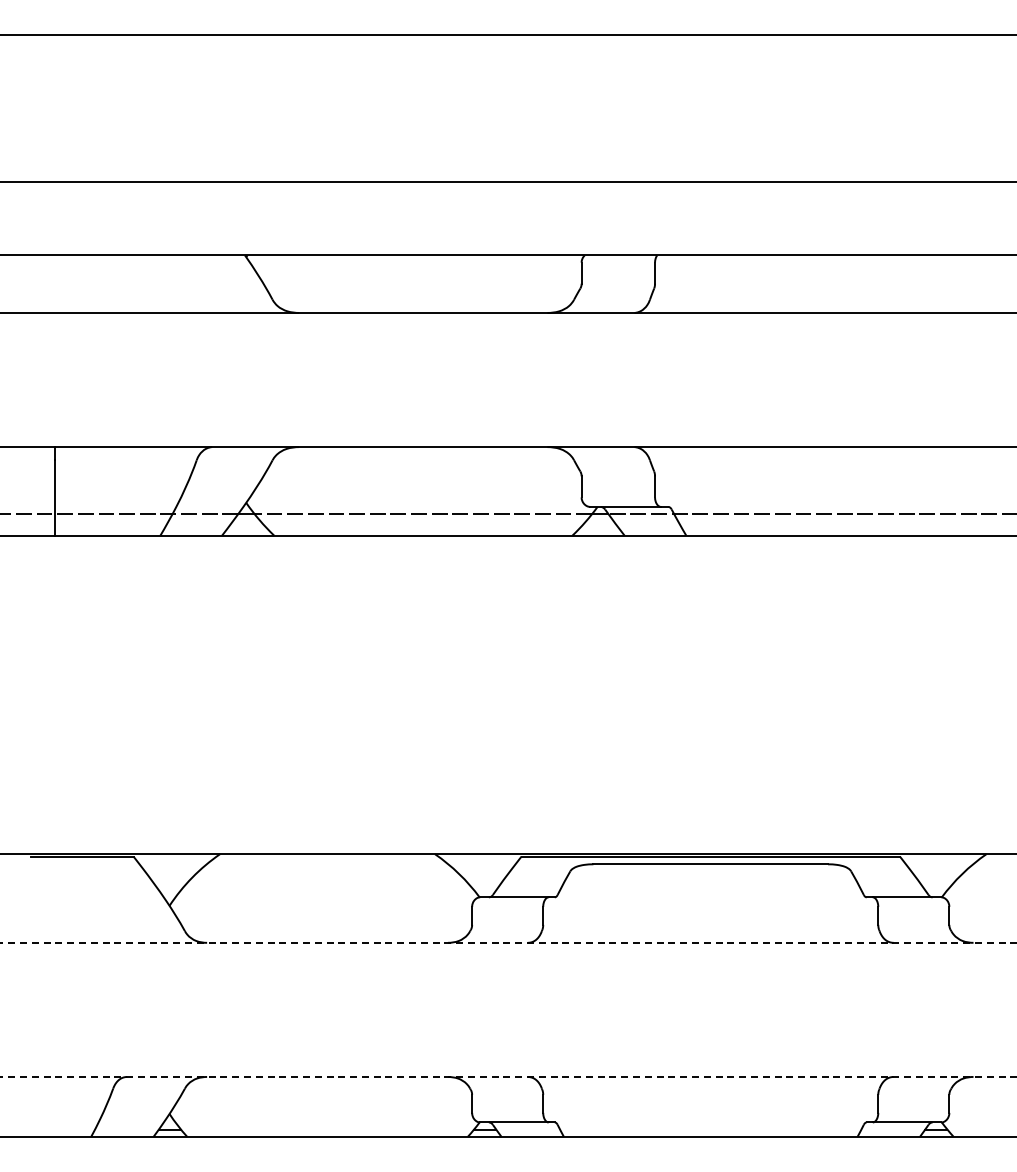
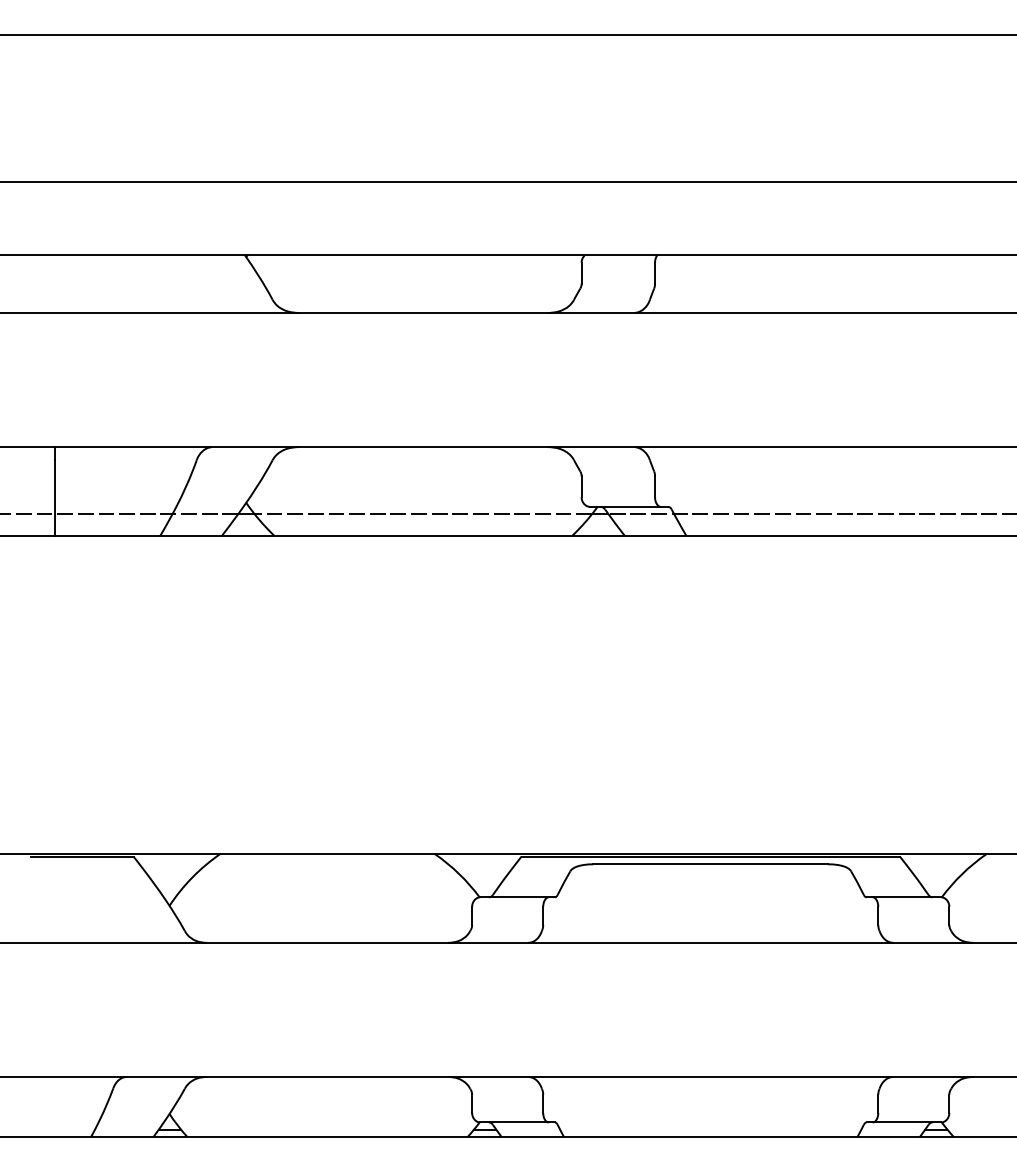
line at (508, 942): dashed -> solid
line at (508, 1076): dashed -> solid
